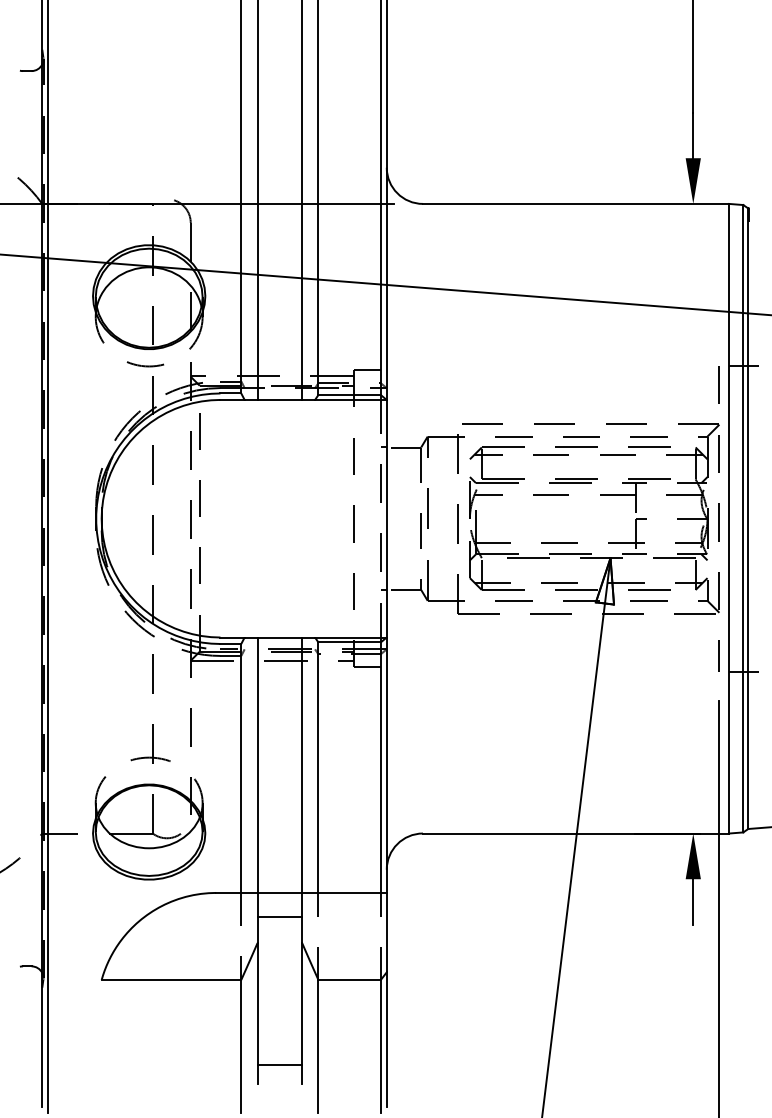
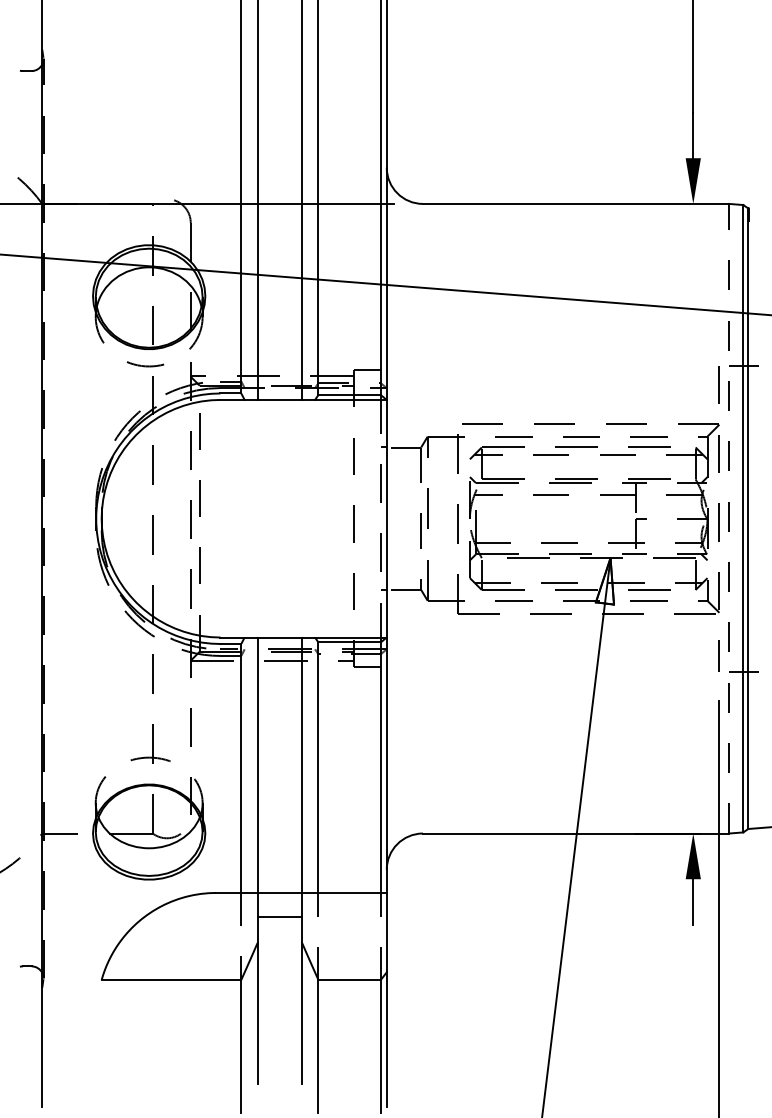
line at (729, 518): solid -> dashed
line at (48, 557): present -> none
line at (279, 1065): present -> none
